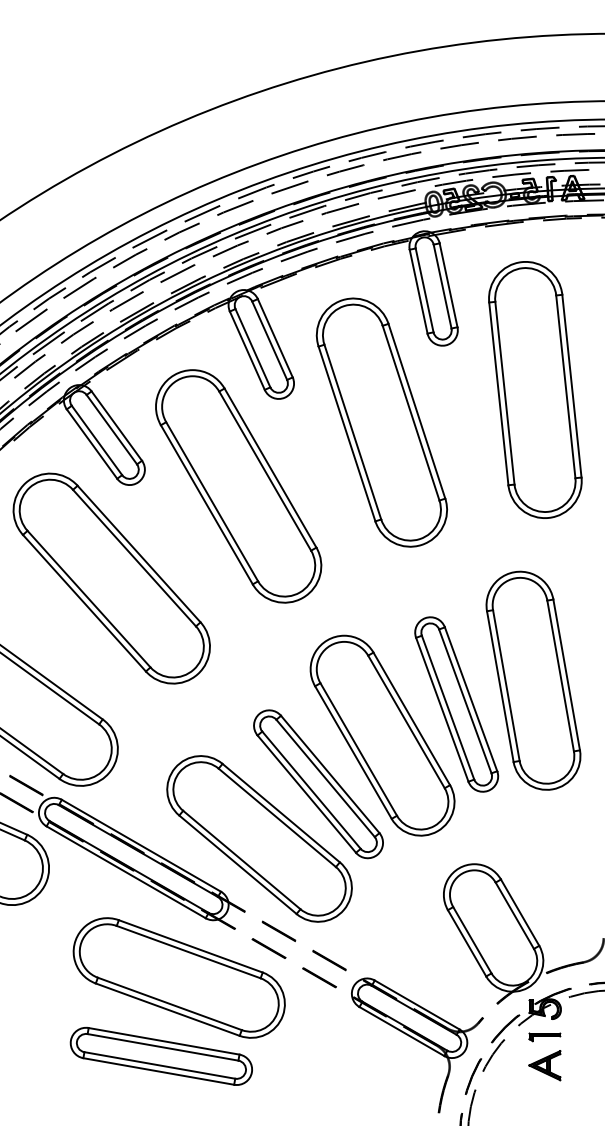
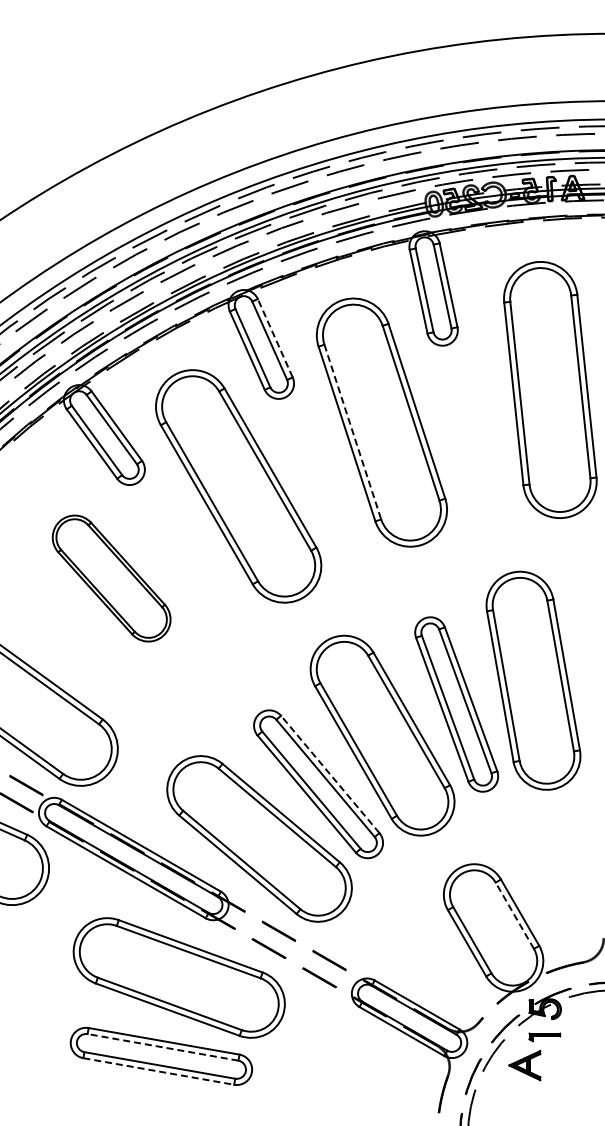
line at (275, 338): solid -> dashed
part at (535, 389) position: (535, 389) -> (550, 389)
line at (352, 432): solid -> dashed
part at (111, 578) size: 199x213 px -> 121x129 px
line at (330, 774): solid -> dashed
line at (514, 915): solid -> dashed
line at (163, 1047): solid -> dashed
part at (544, 1065) position: (544, 1065) -> (524, 1065)
line at (158, 1071): solid -> dashed
